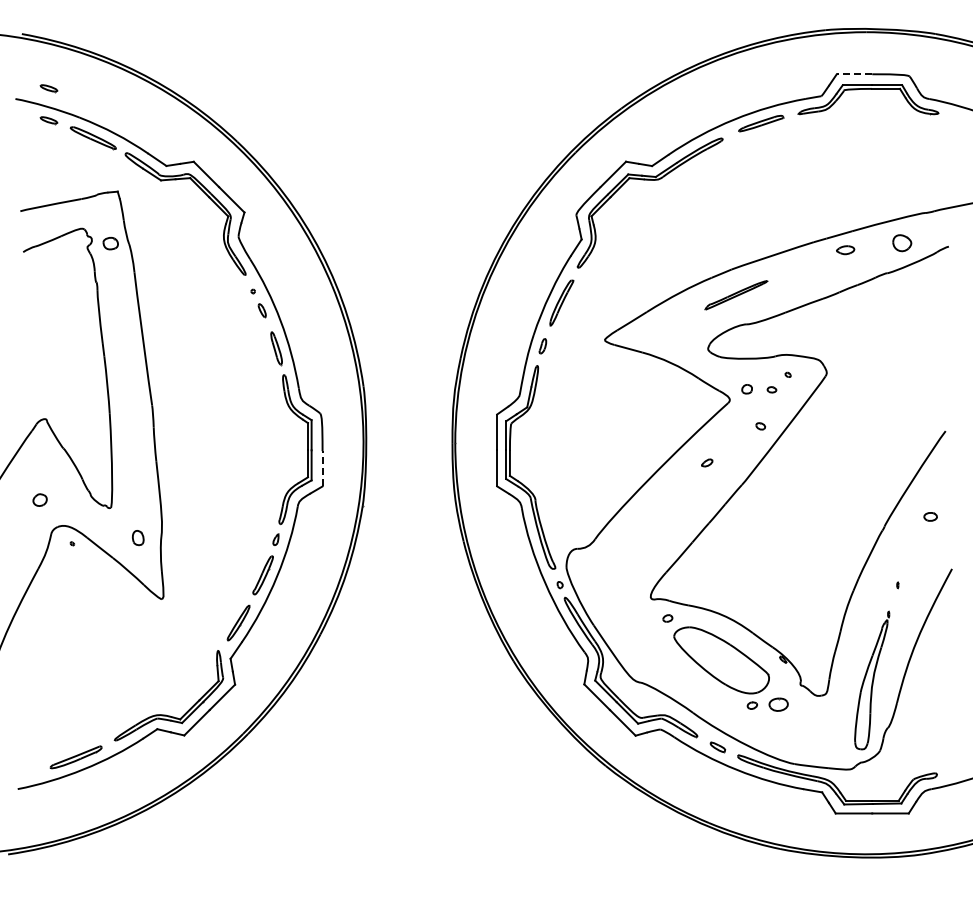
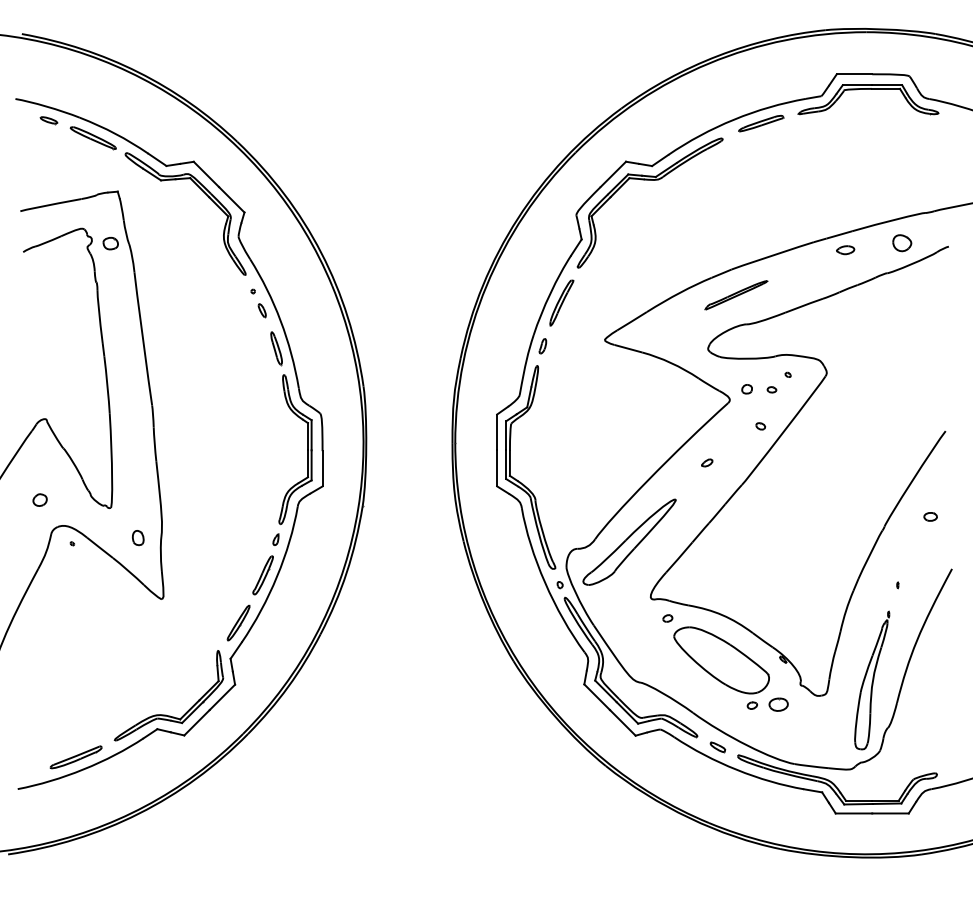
line at (854, 74): dashed -> solid
part at (48, 88): present -> none
line at (322, 468): dashed -> solid
part at (629, 541): none -> present
